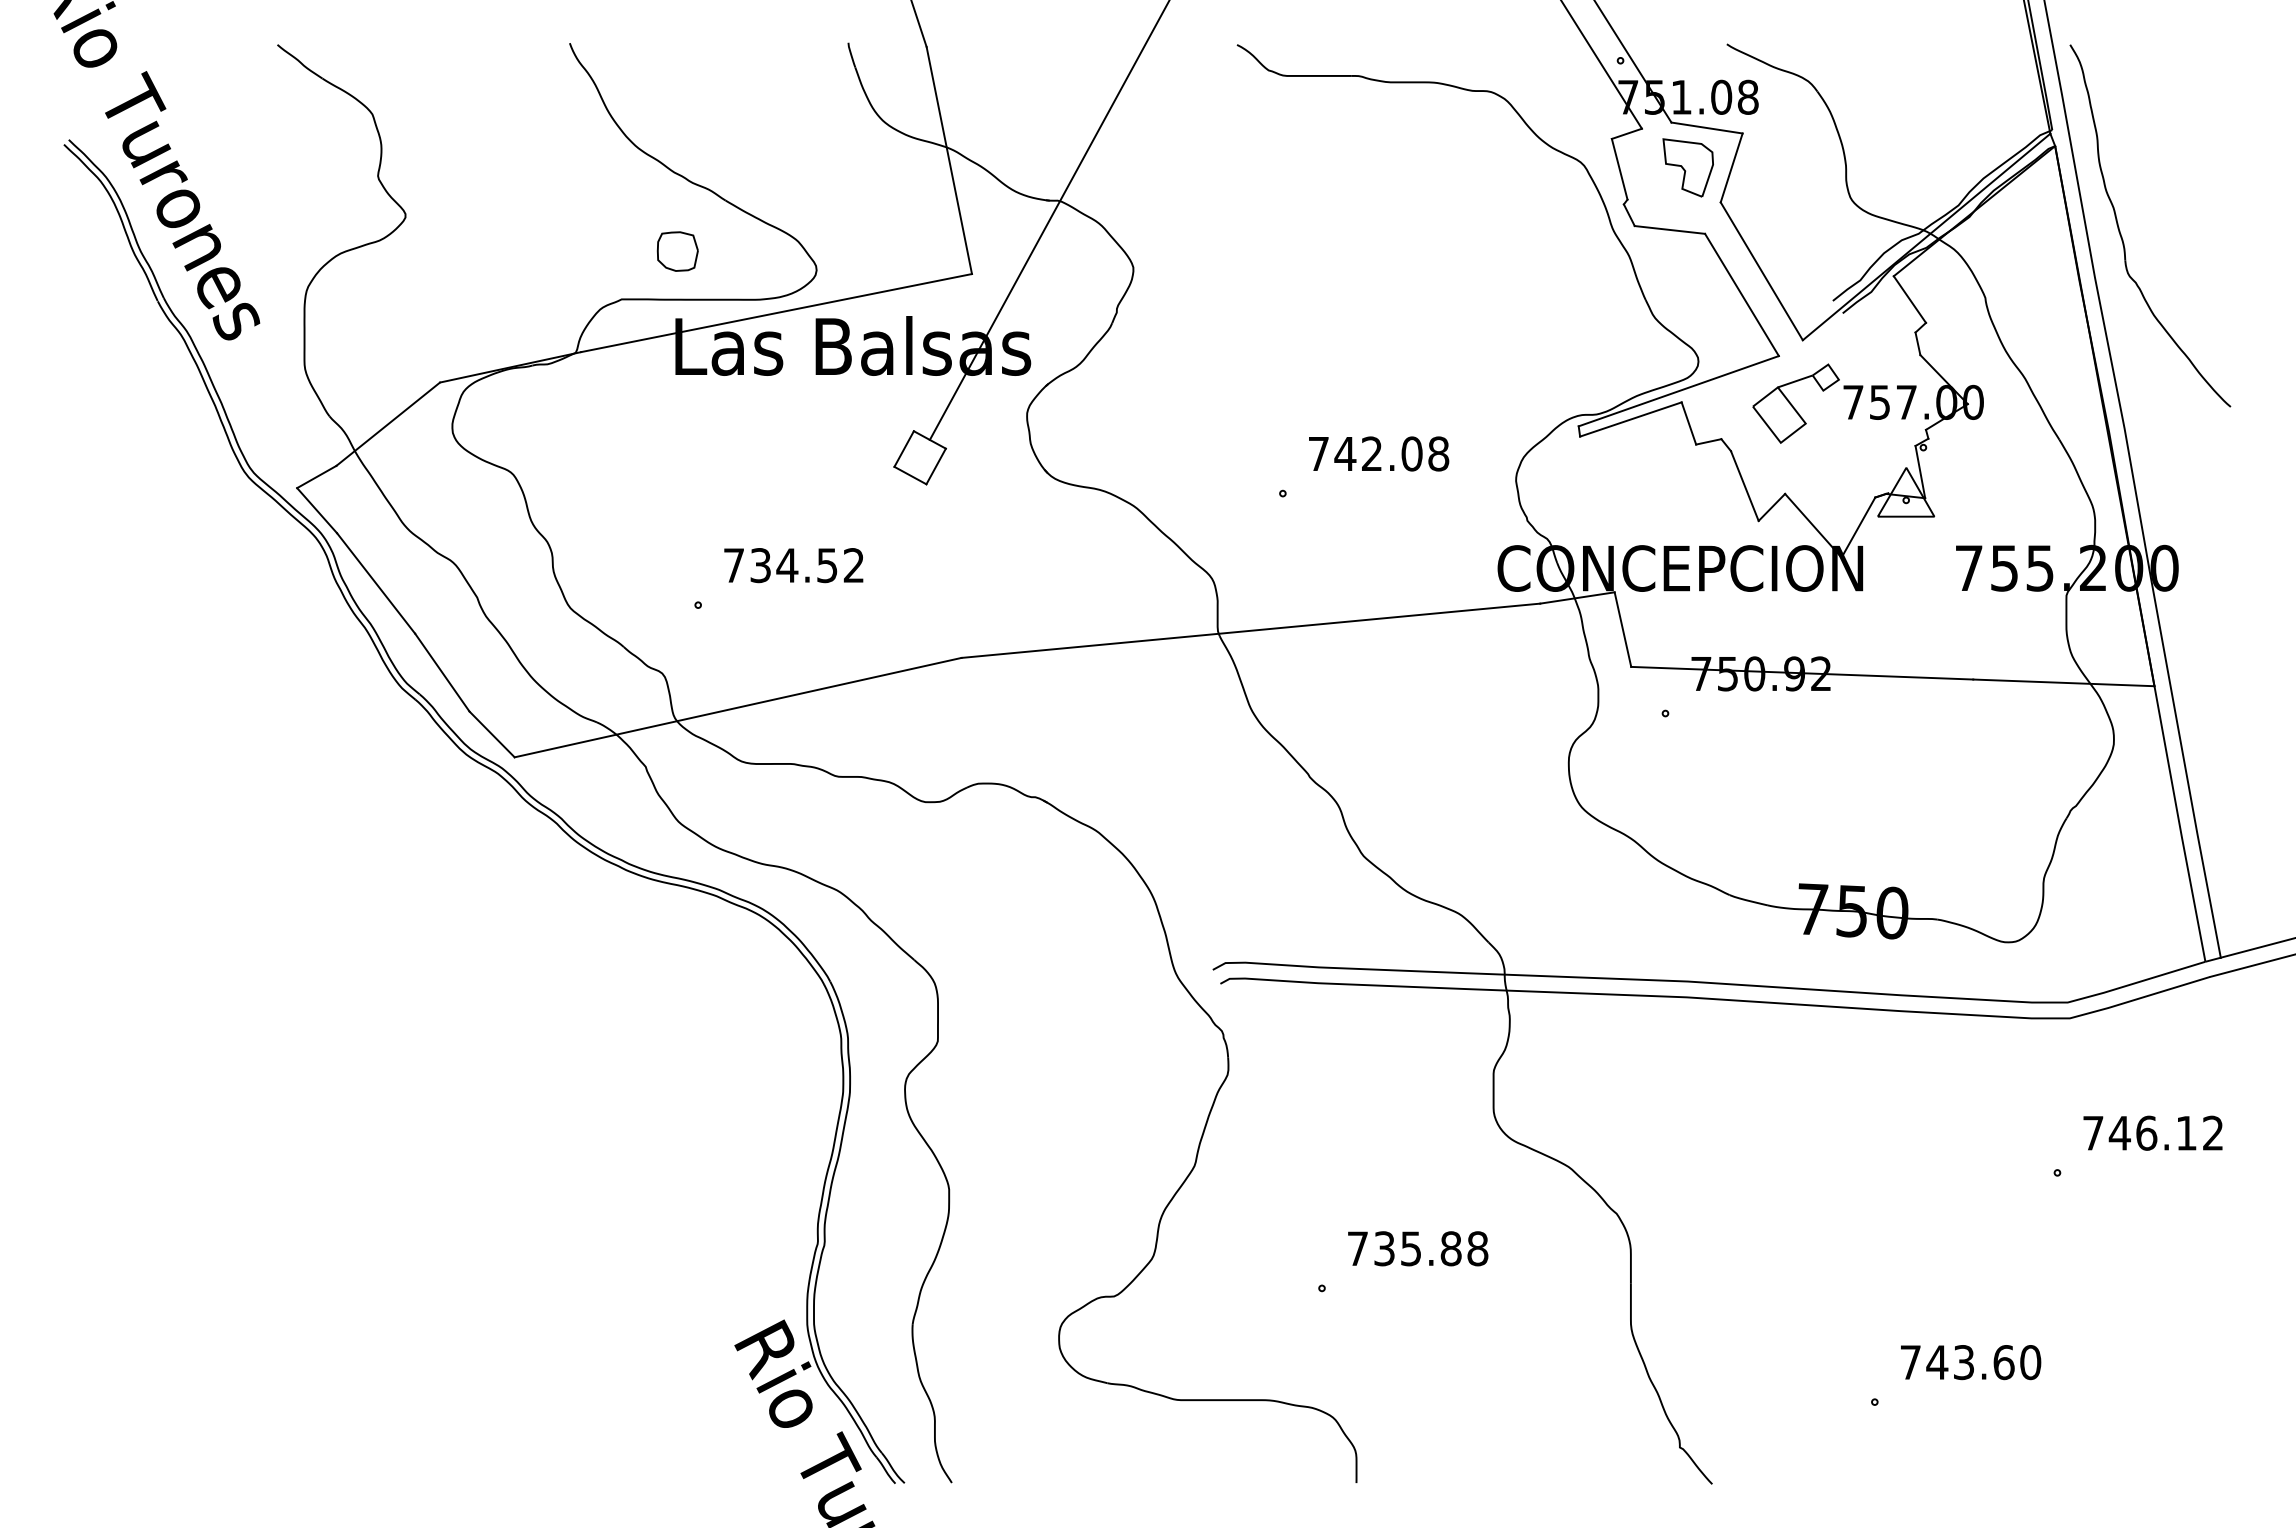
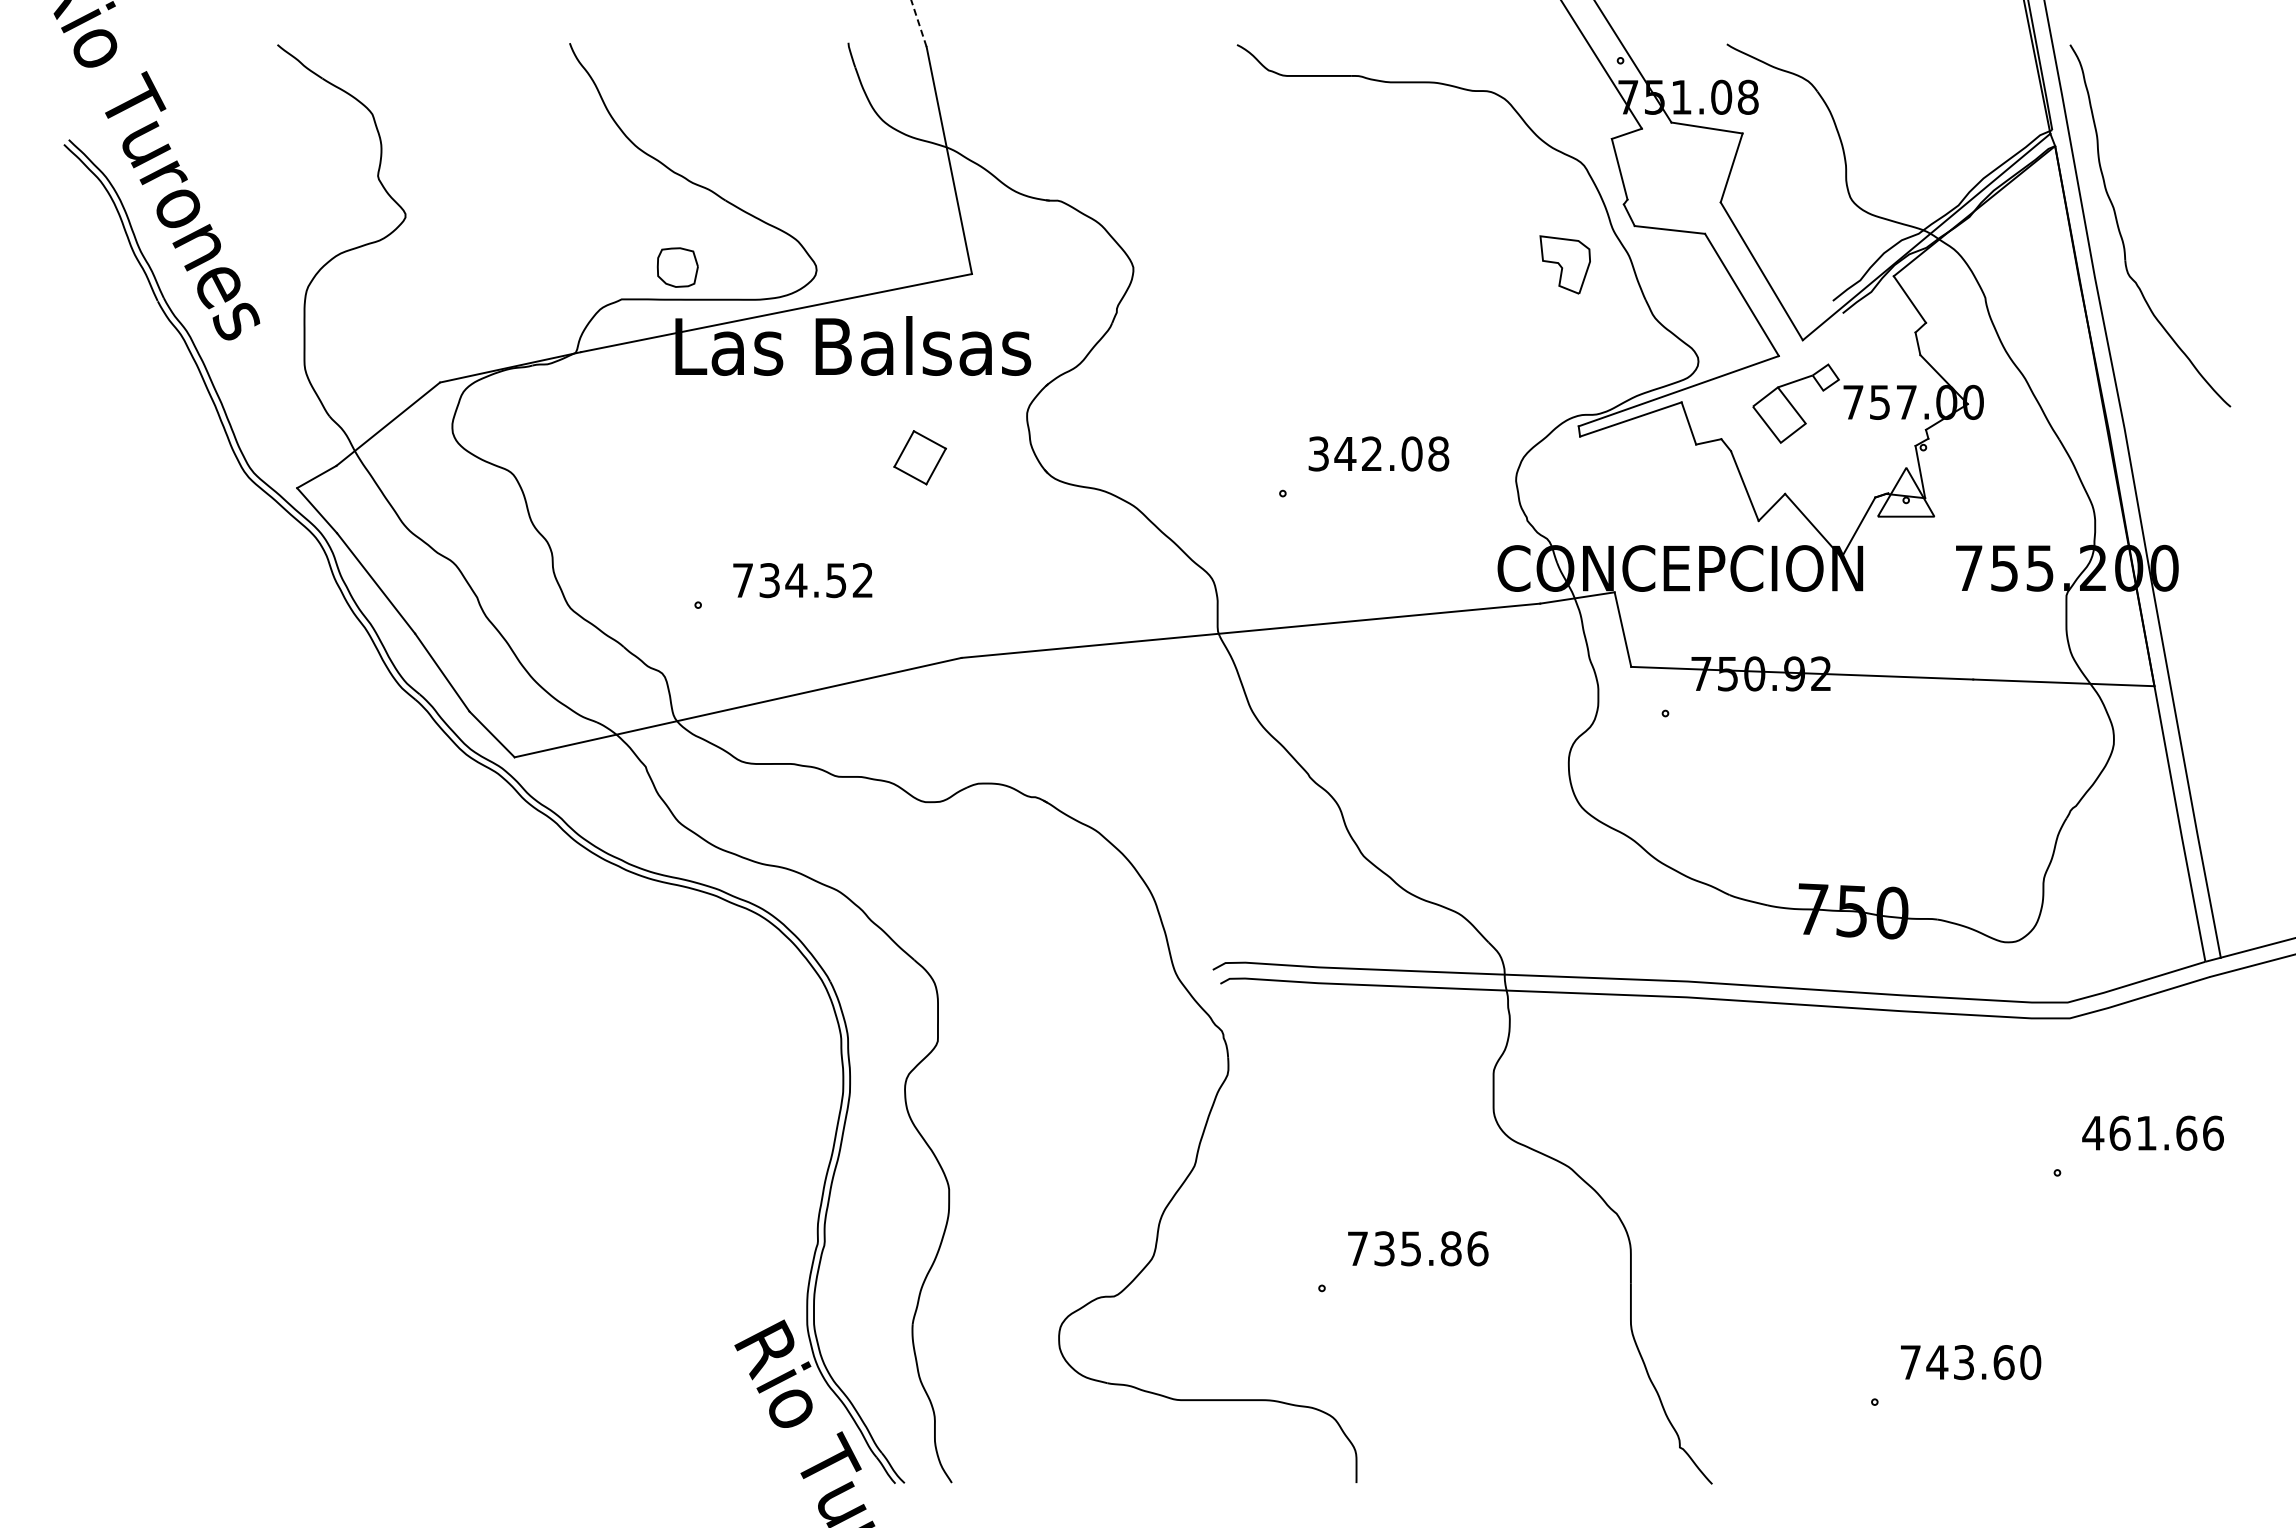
line at (918, 23): solid -> dashed
part at (1687, 167) position: (1687, 167) -> (1564, 264)
line at (1048, 220): present -> none
part at (677, 251) position: (677, 251) -> (677, 267)
text at (1318, 453): 742.08 -> 342.08
text at (793, 565) position: (793, 565) -> (802, 580)
text at (2152, 1132): 746.12 -> 461.66
text at (1477, 1248): 735.88 -> 735.86
